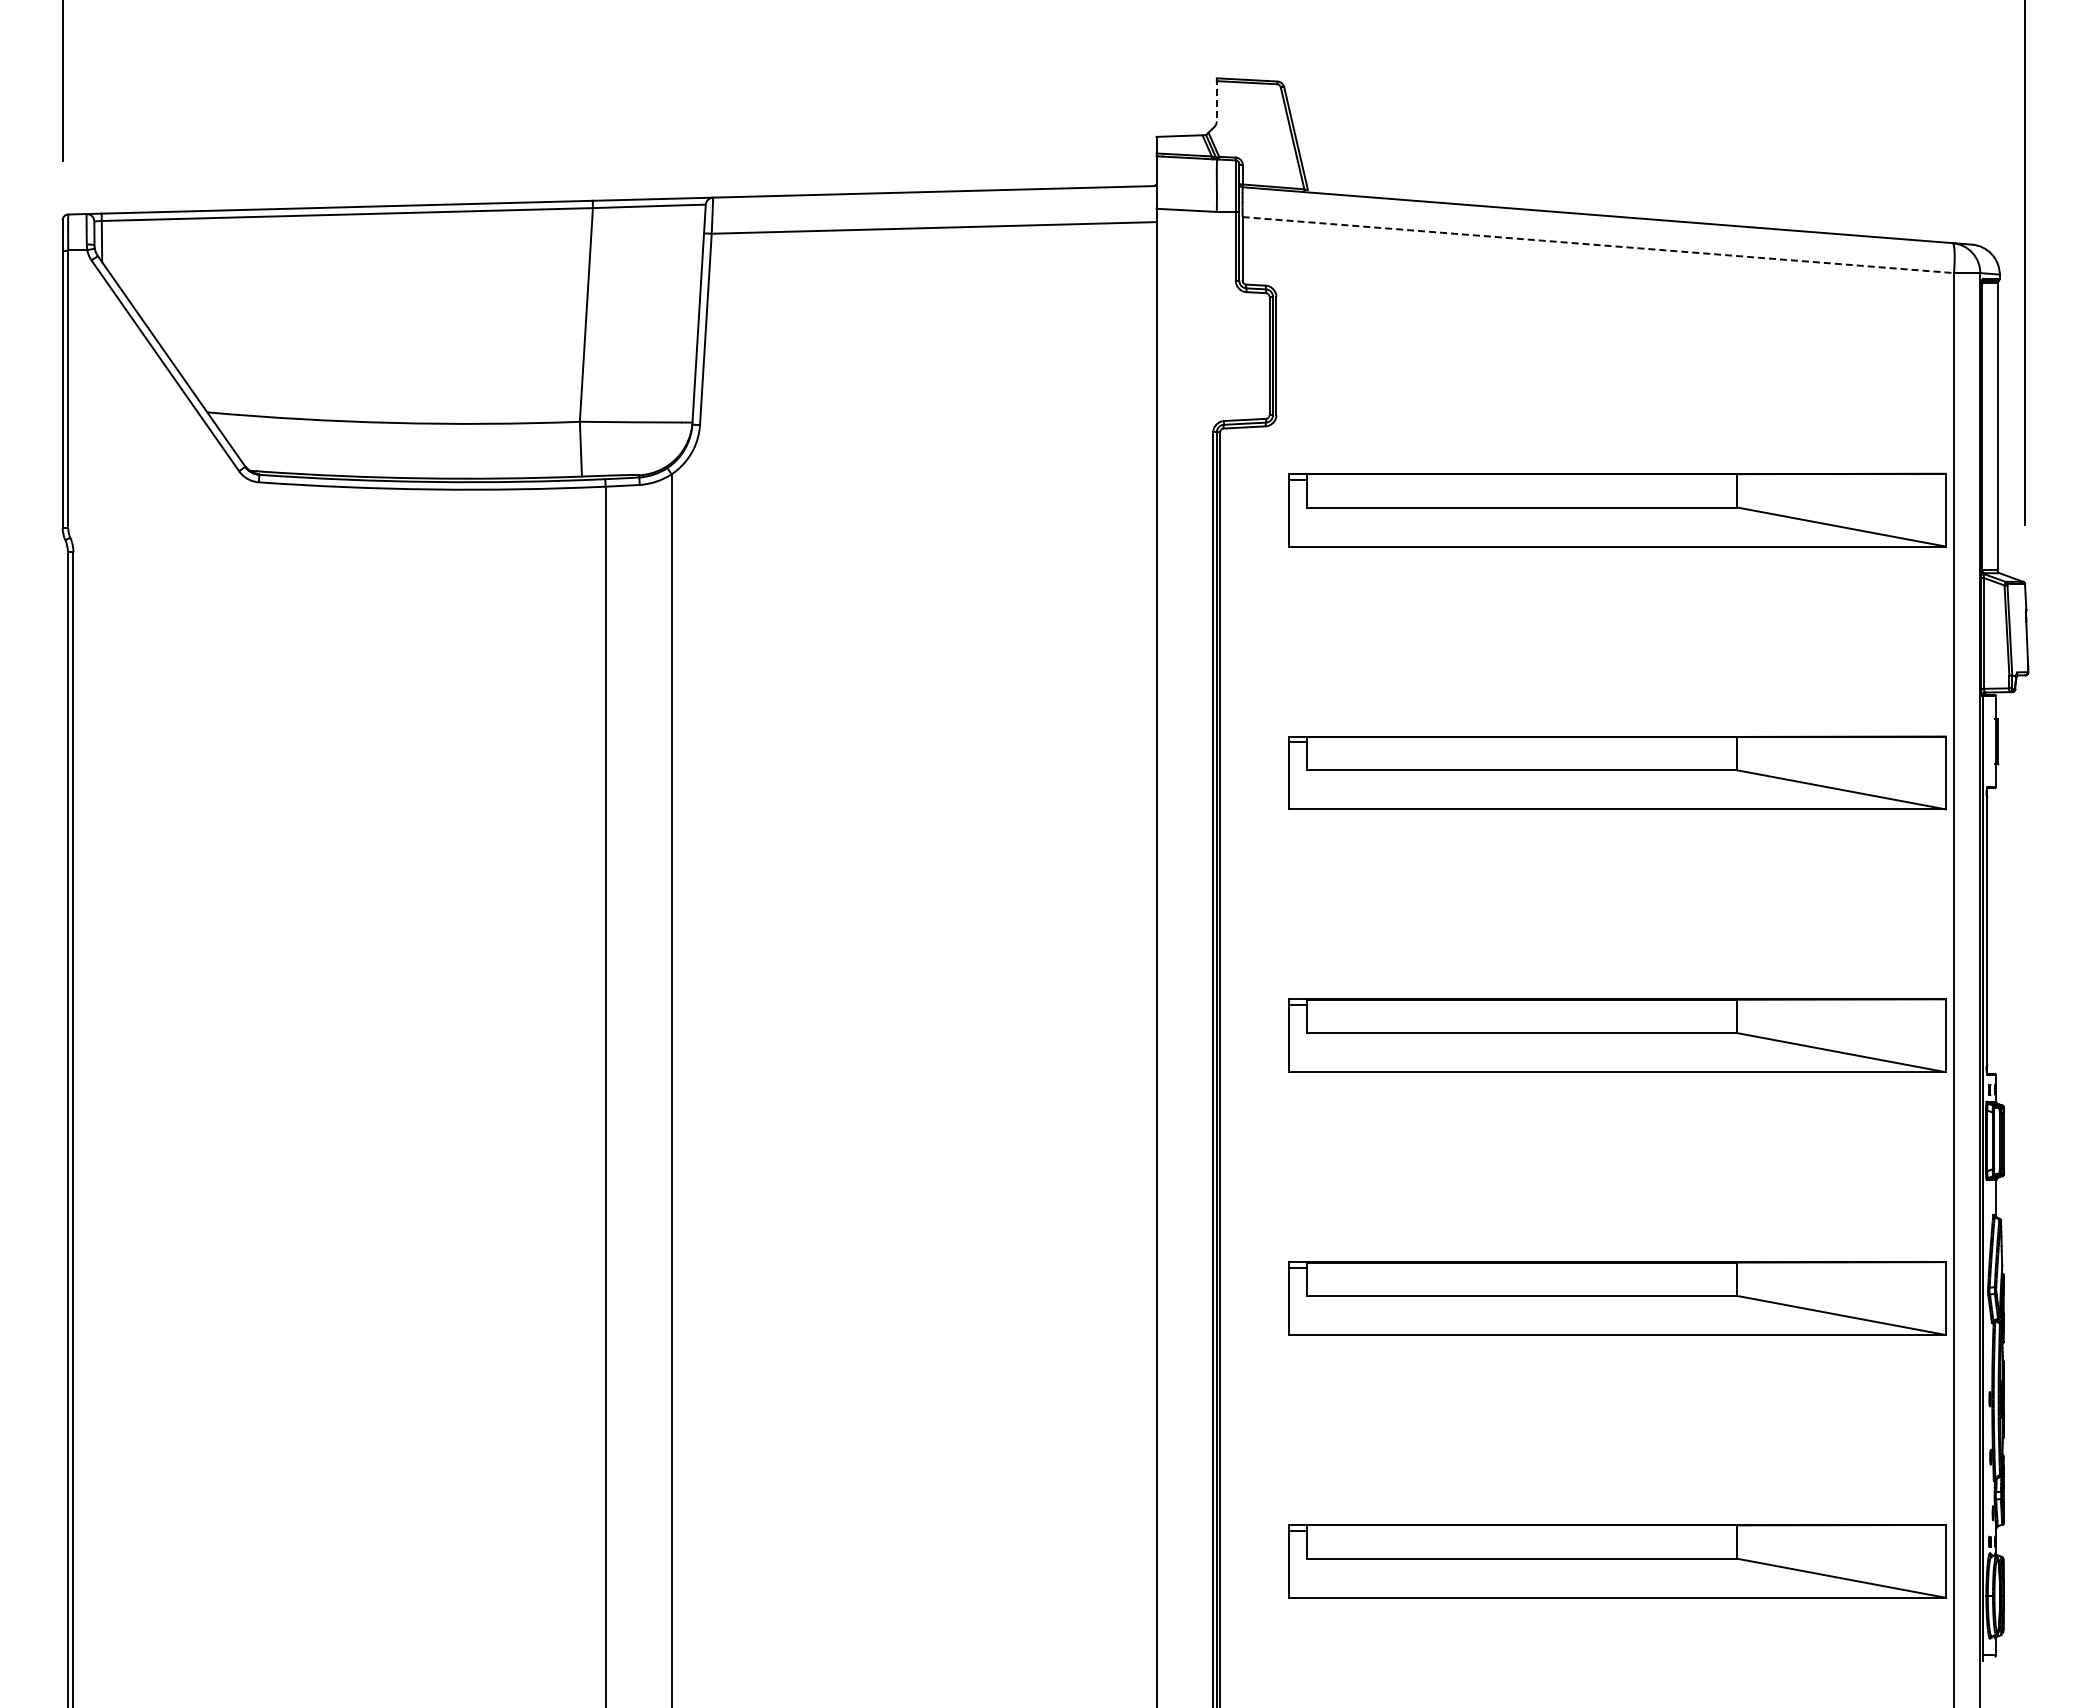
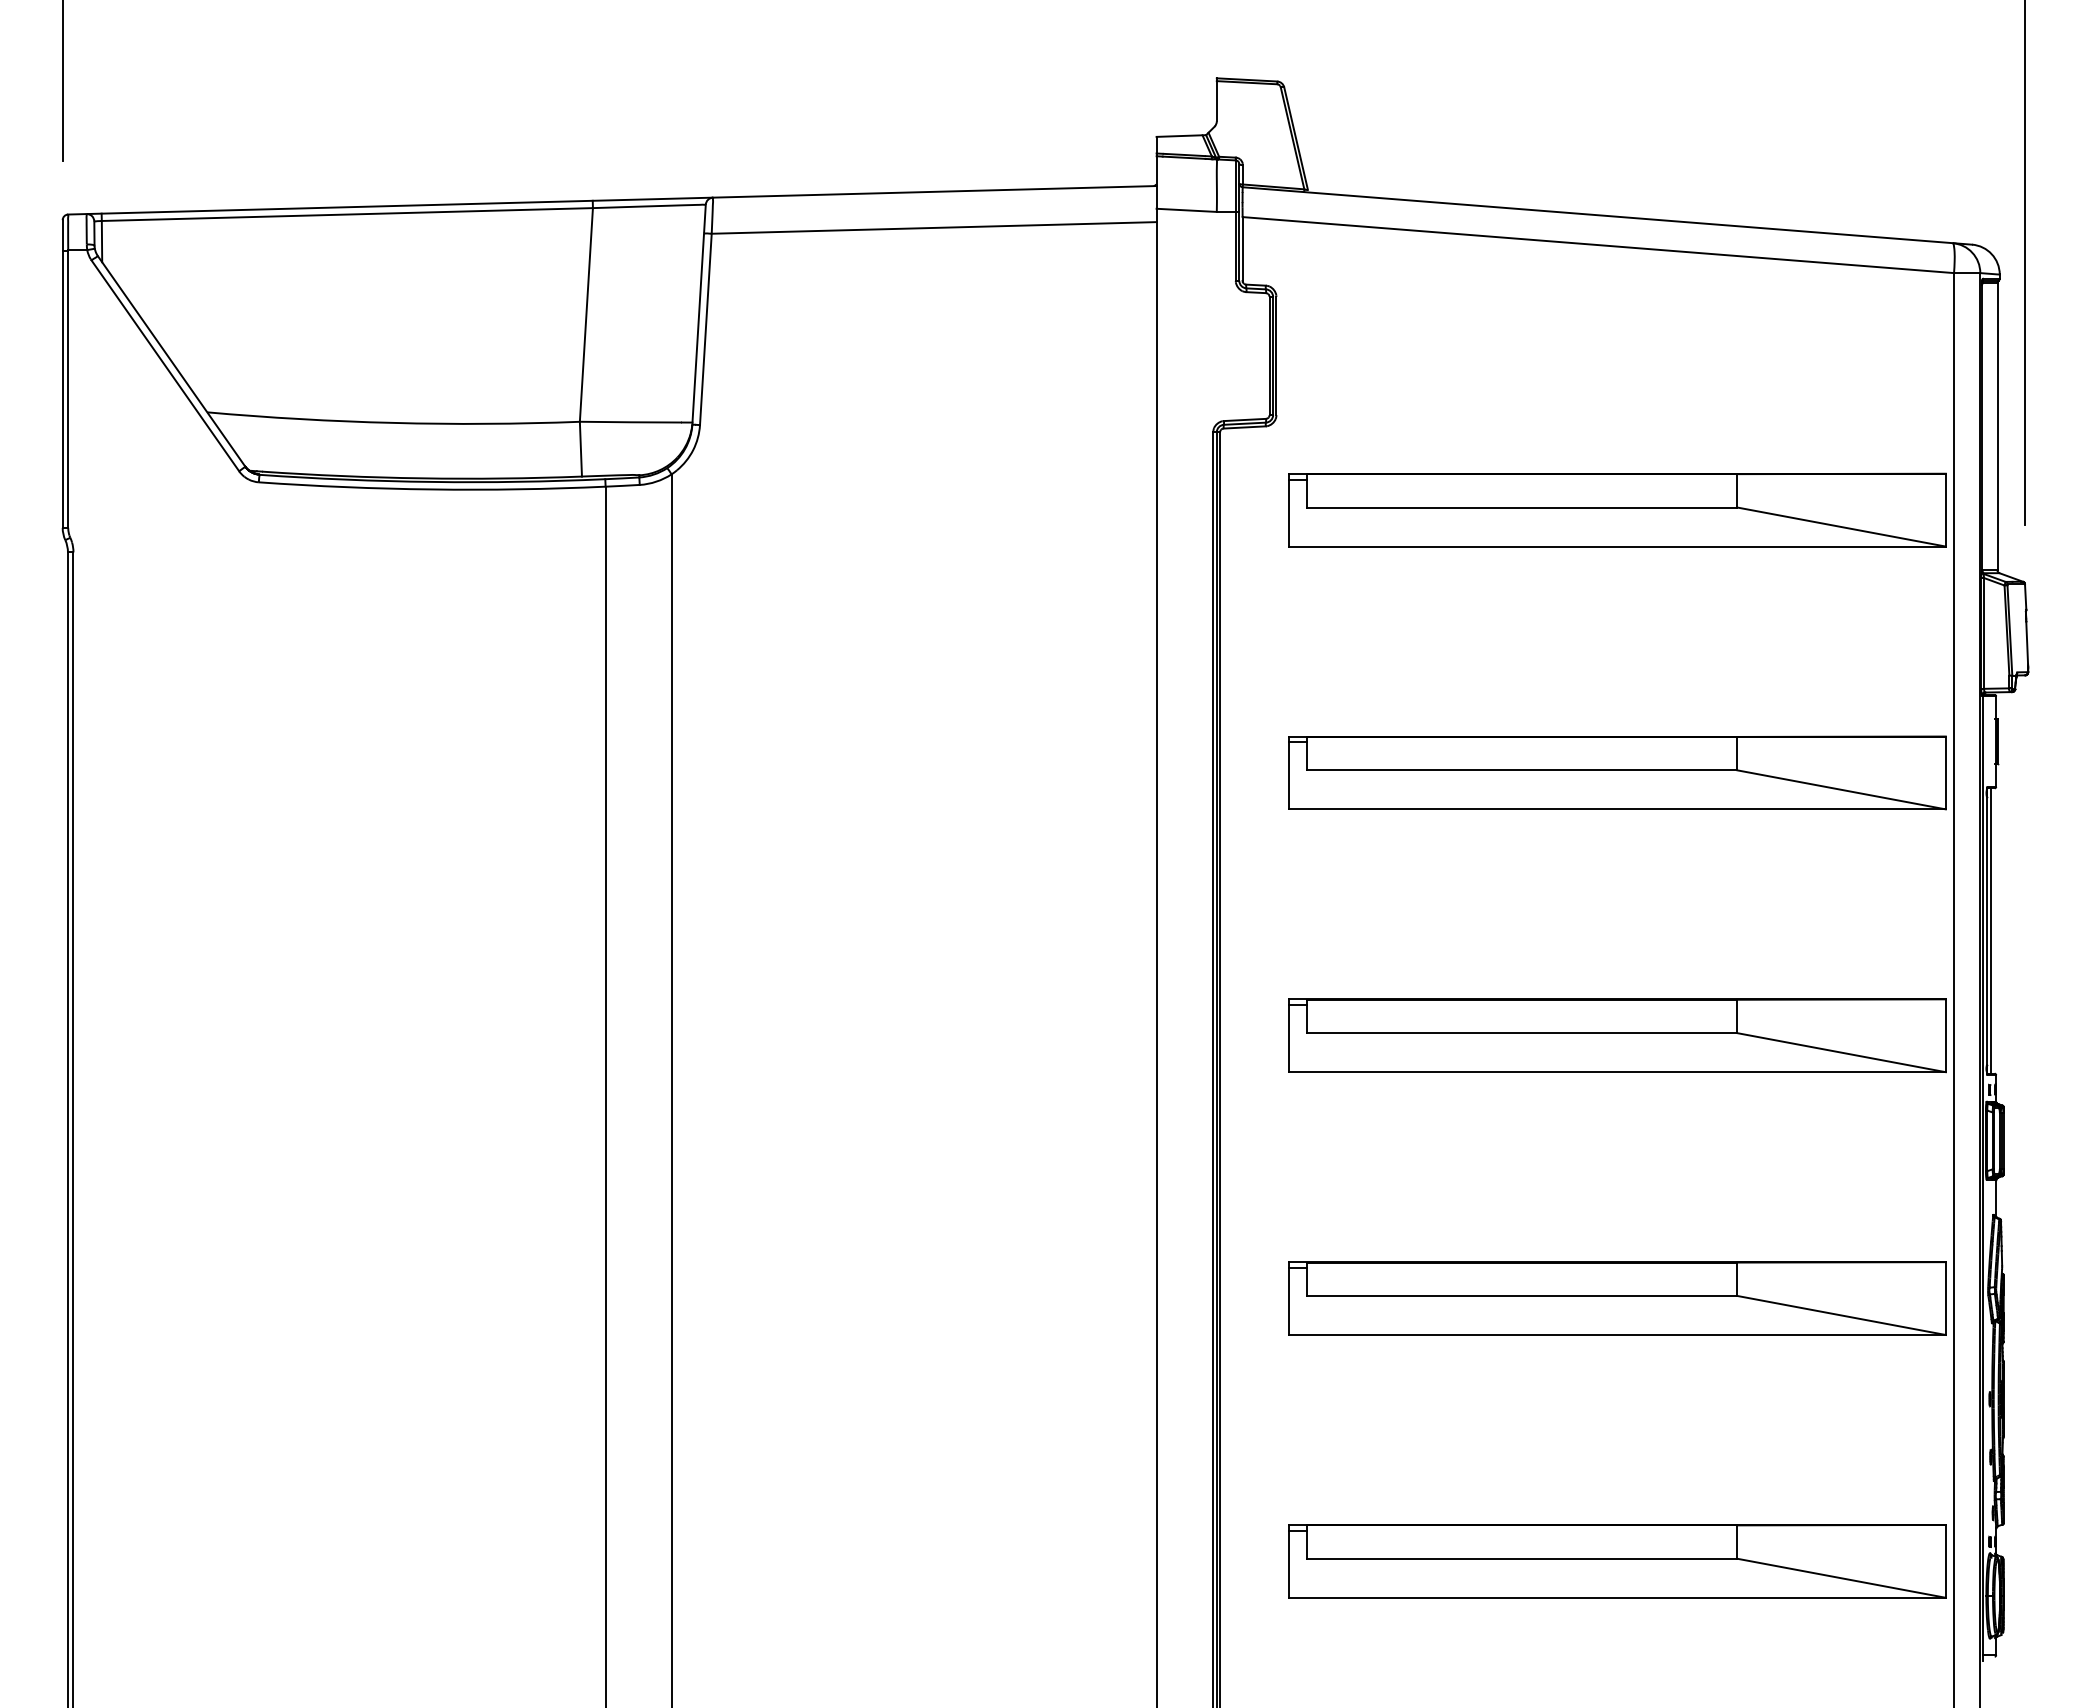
line at (1216, 99): dashed -> solid
line at (1598, 245): dashed -> solid
line at (1990, 930): none -> present
